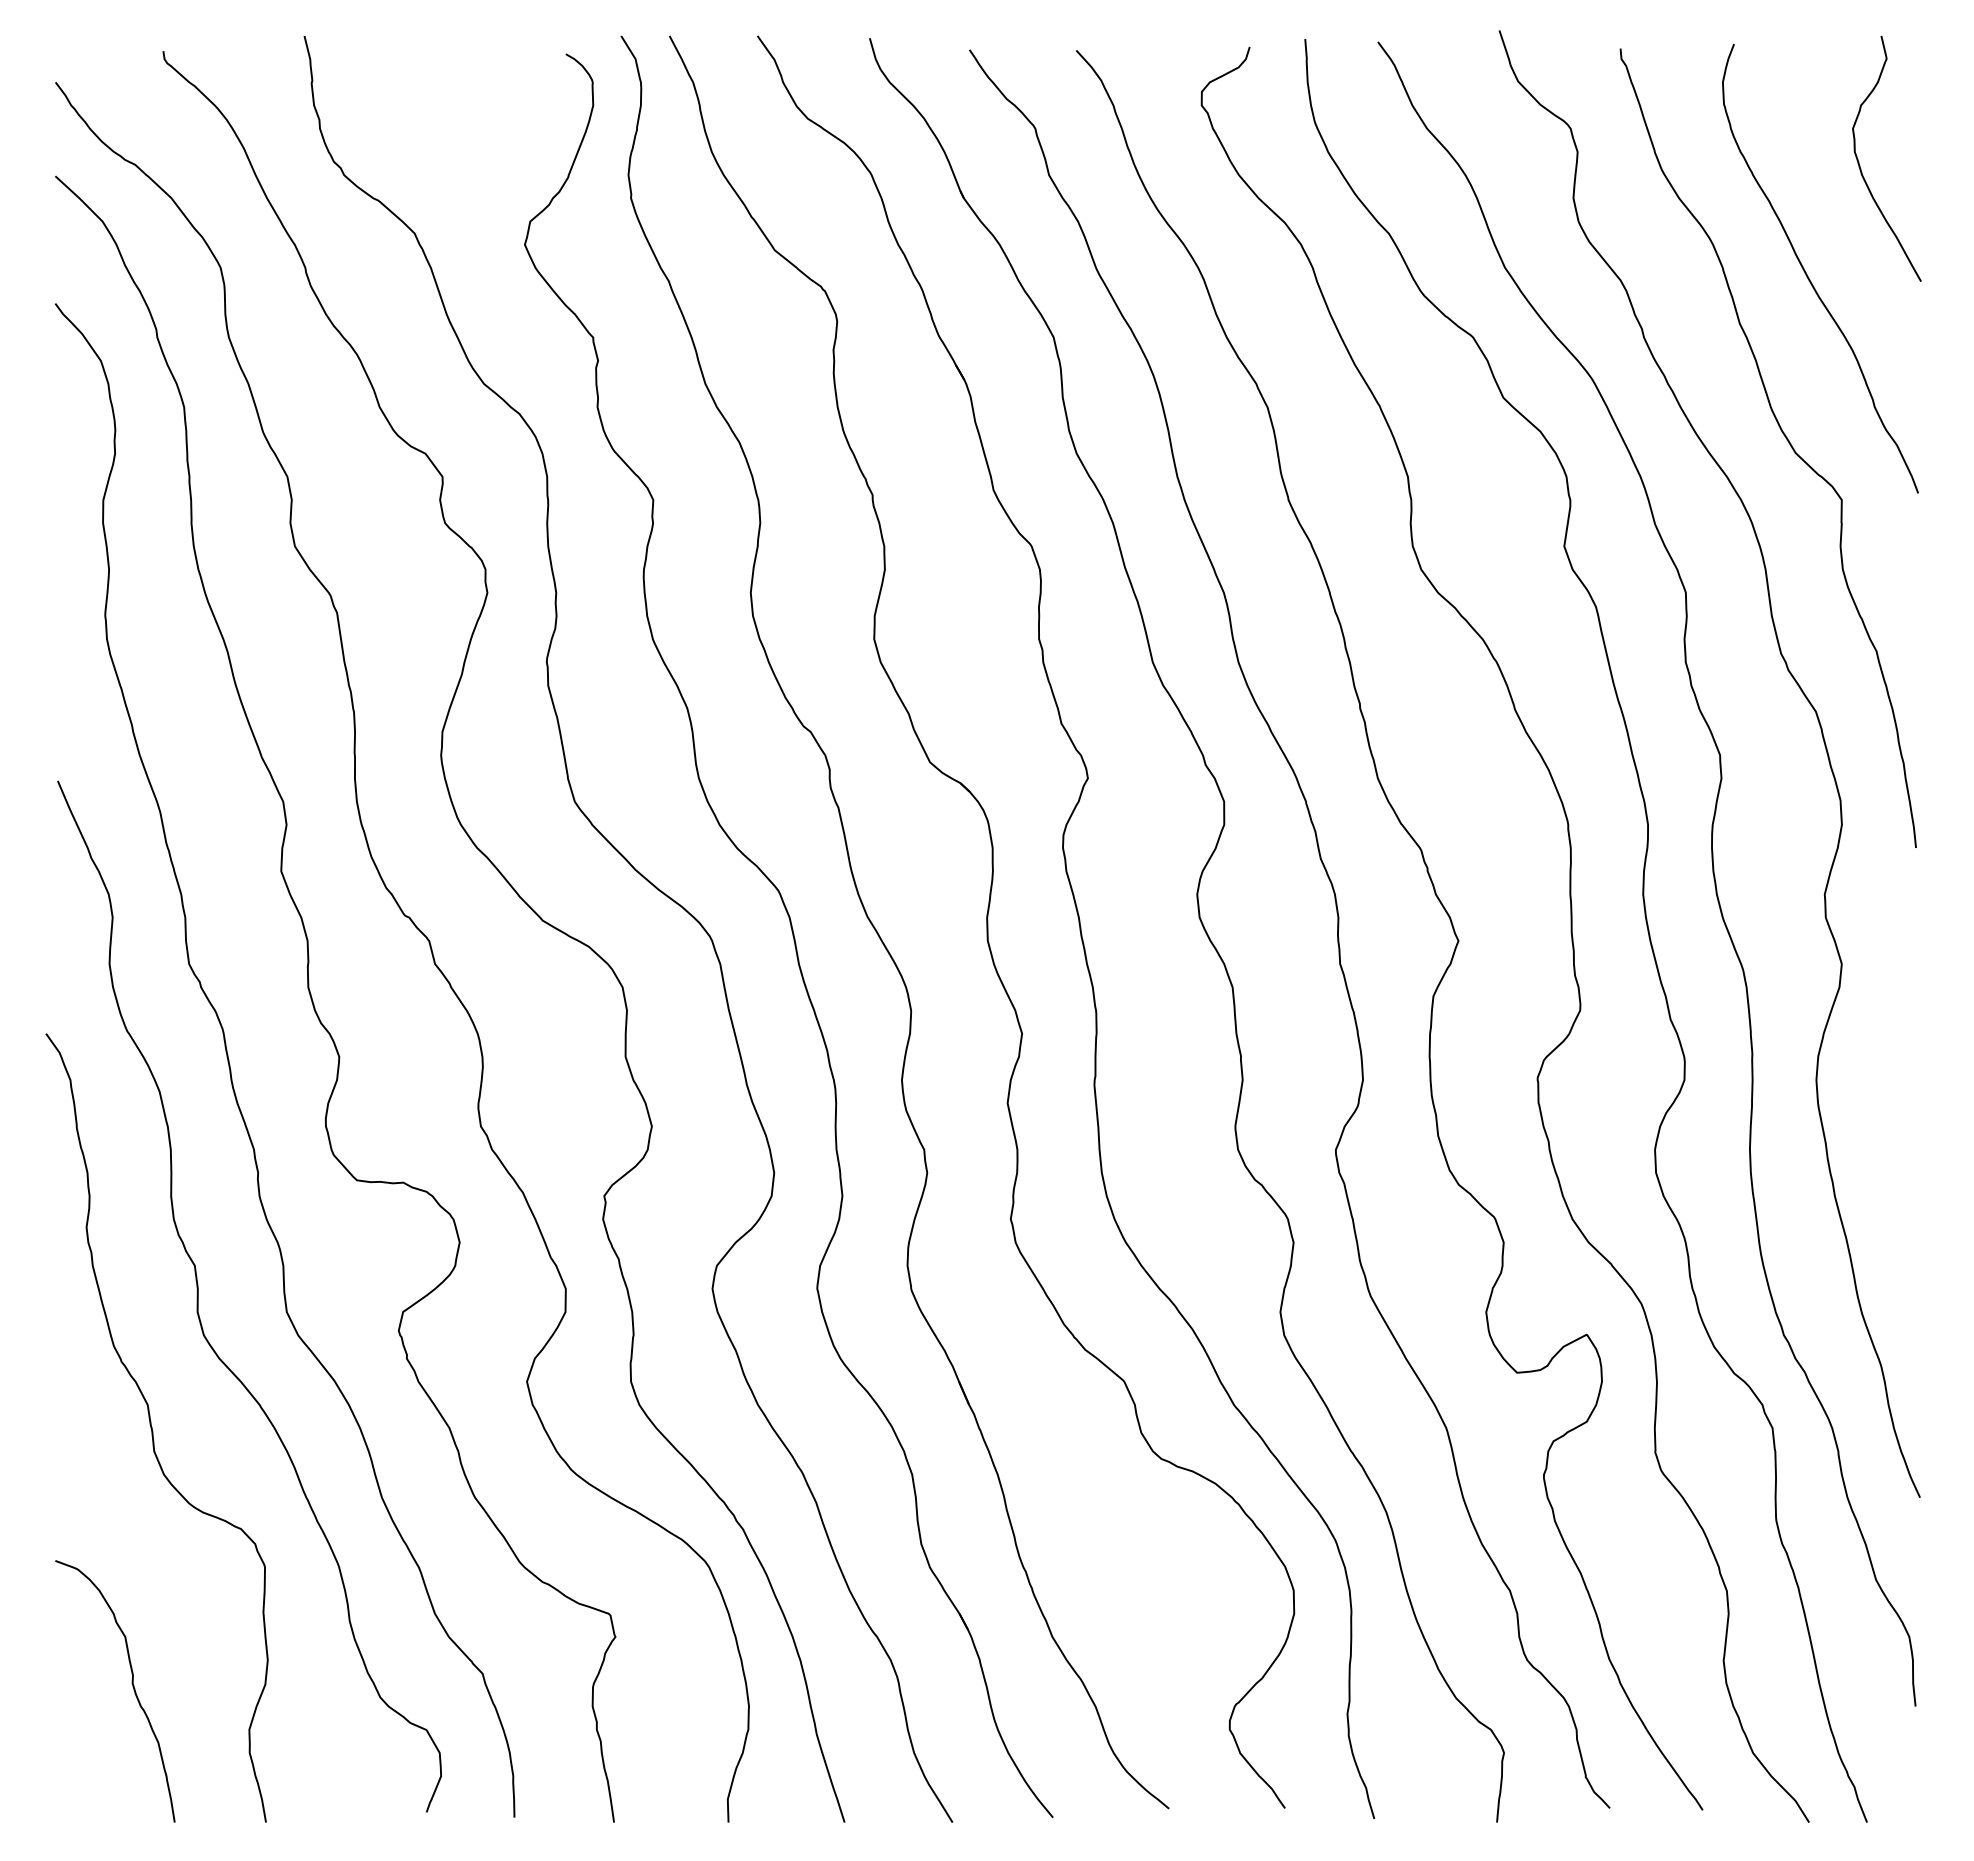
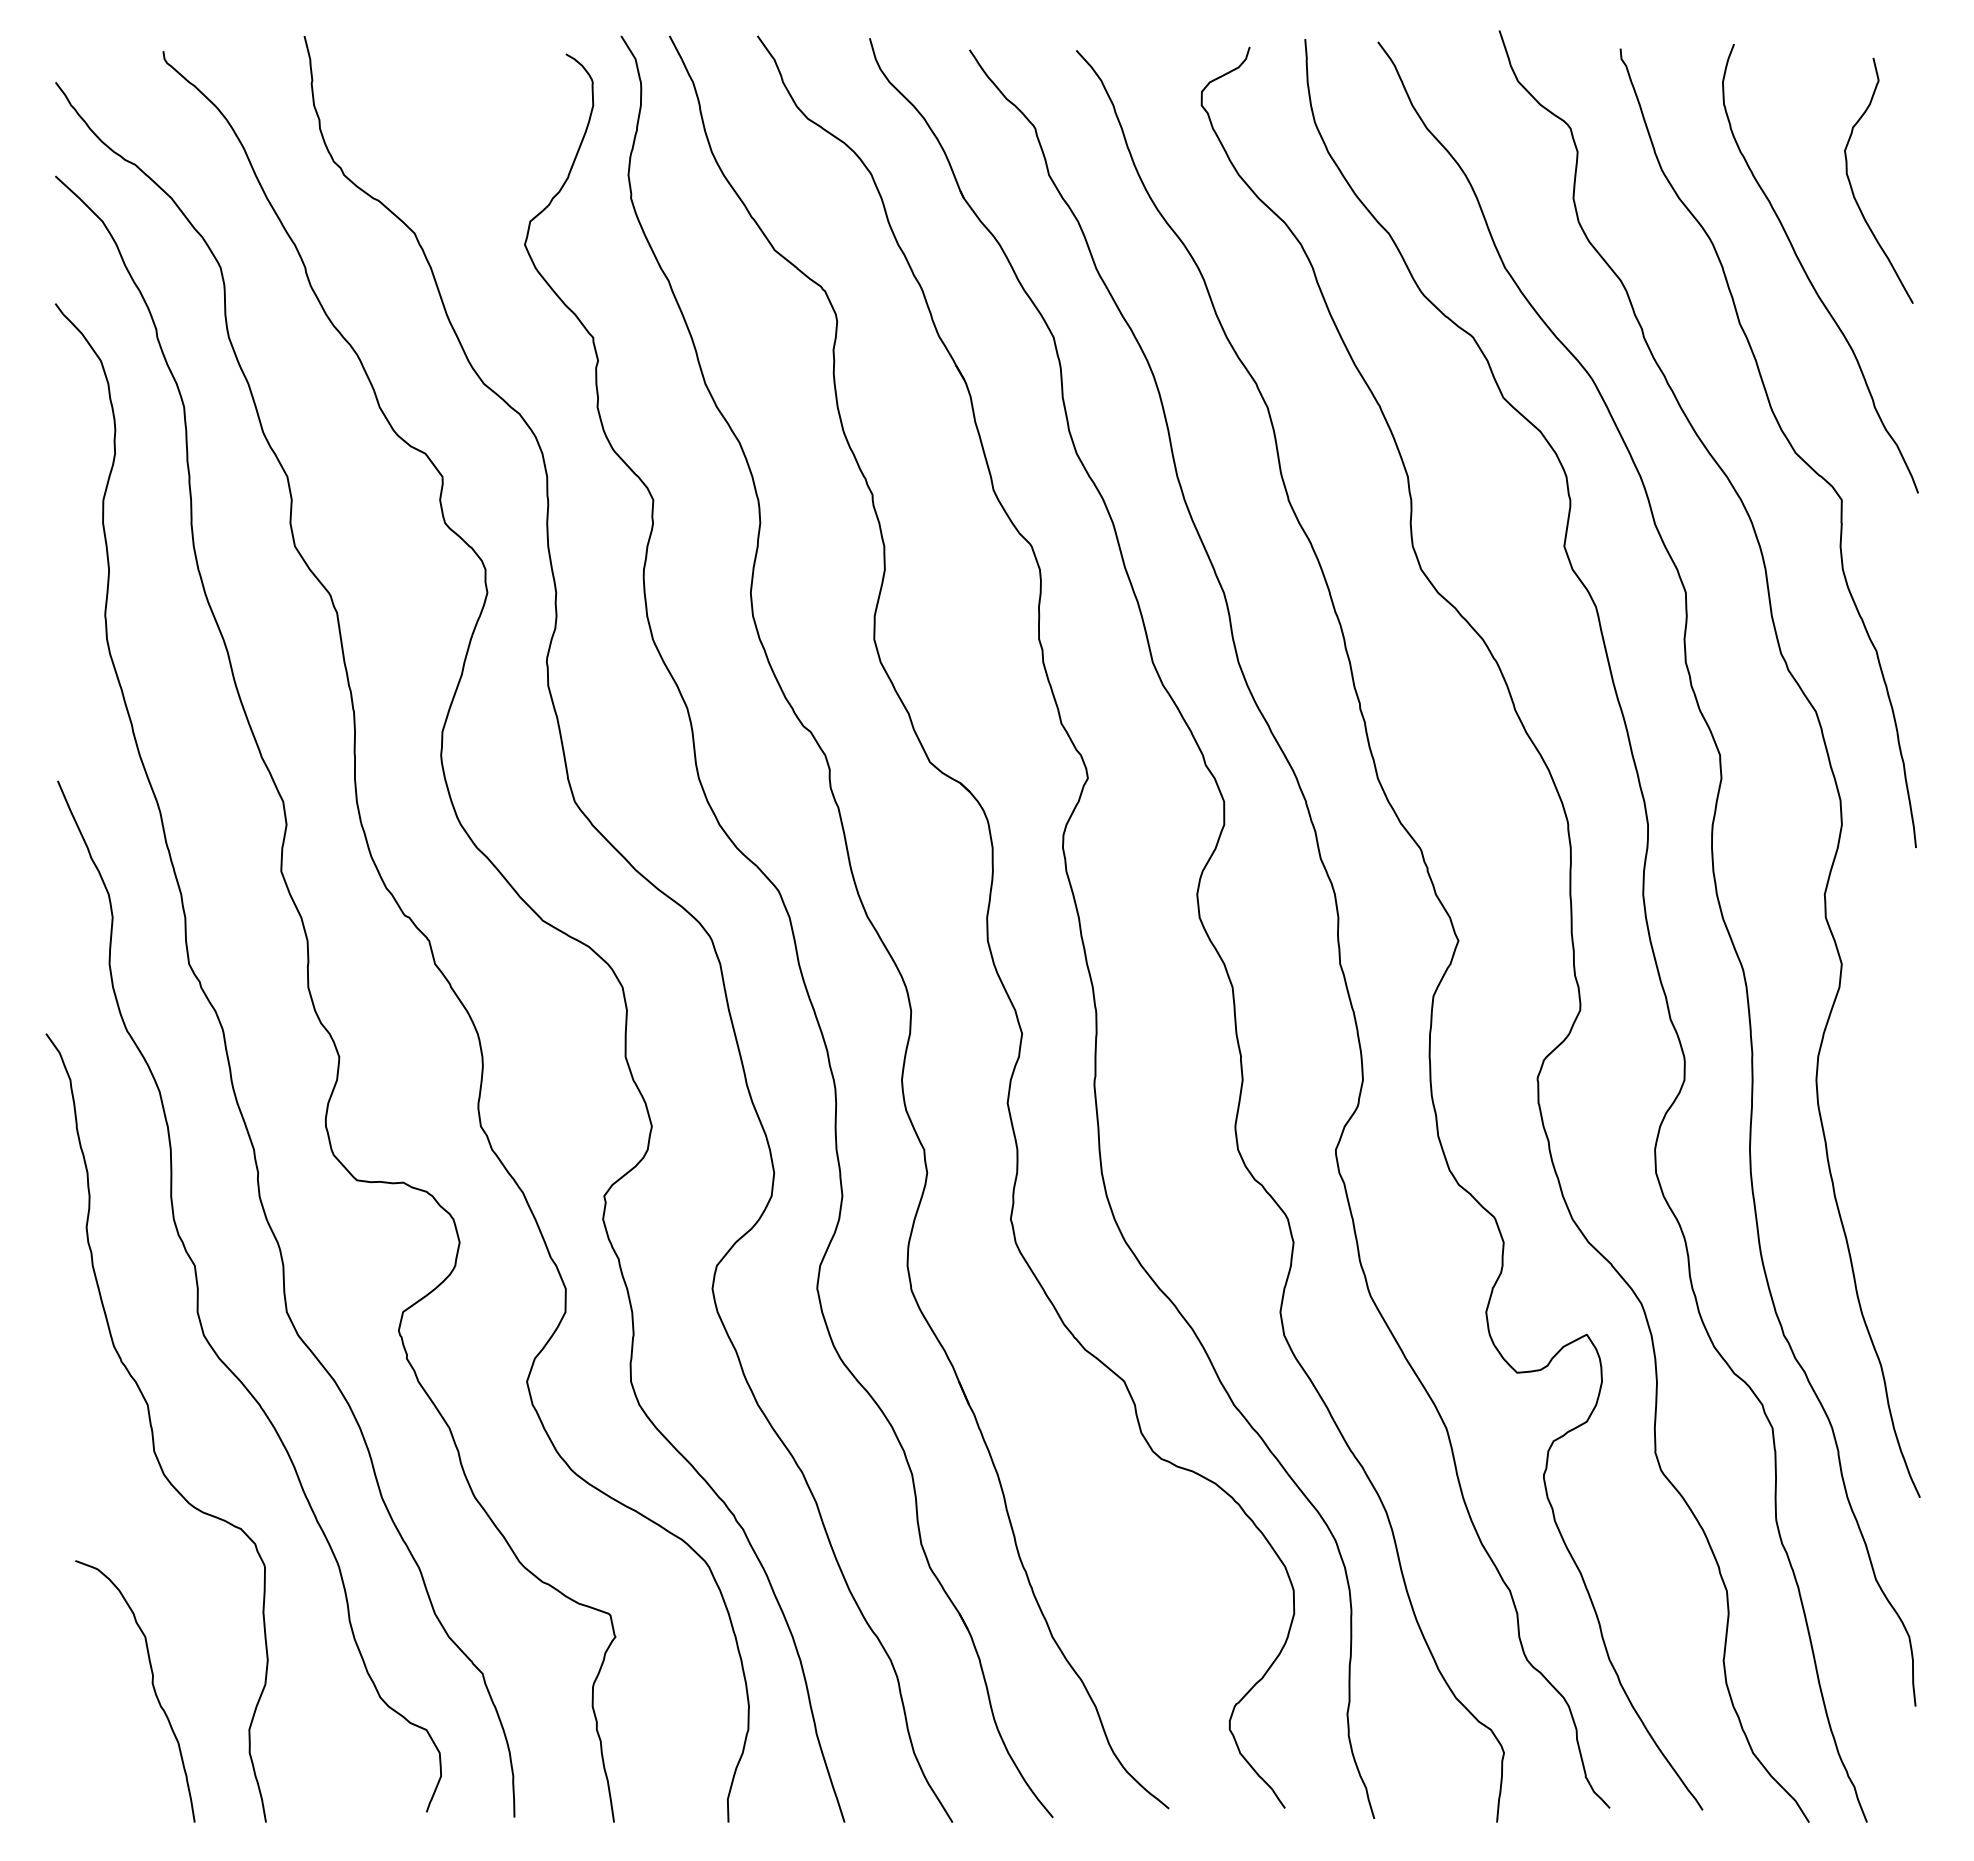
curve at (1860, 165) position: (1860, 165) -> (1852, 187)
curve at (132, 1687) position: (132, 1687) -> (152, 1687)
